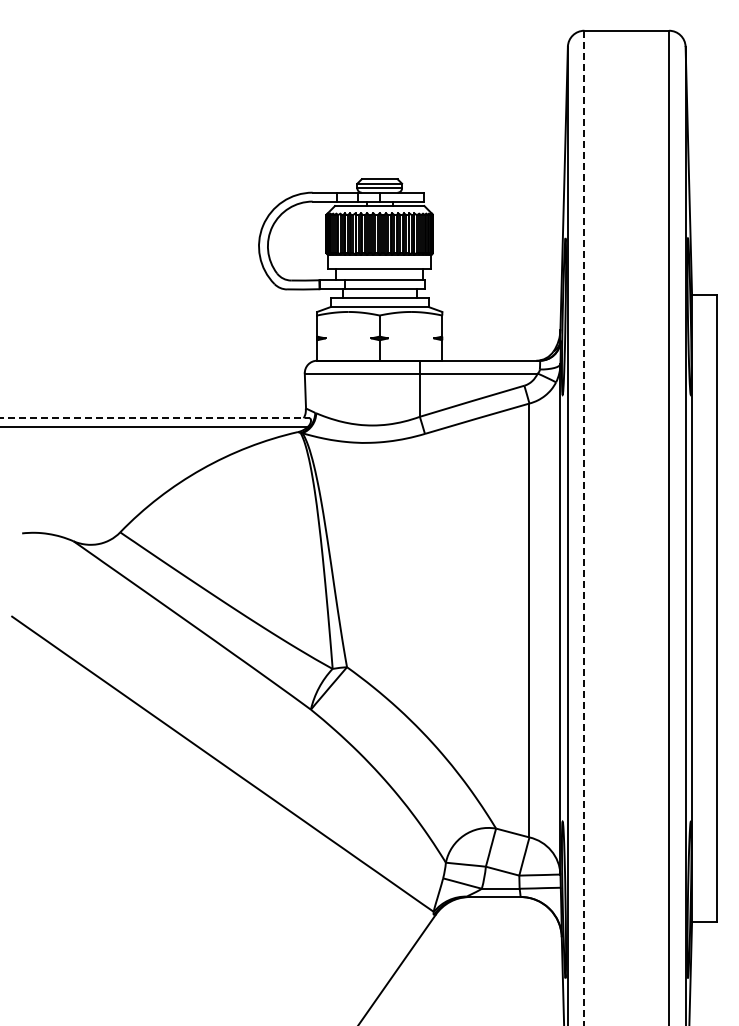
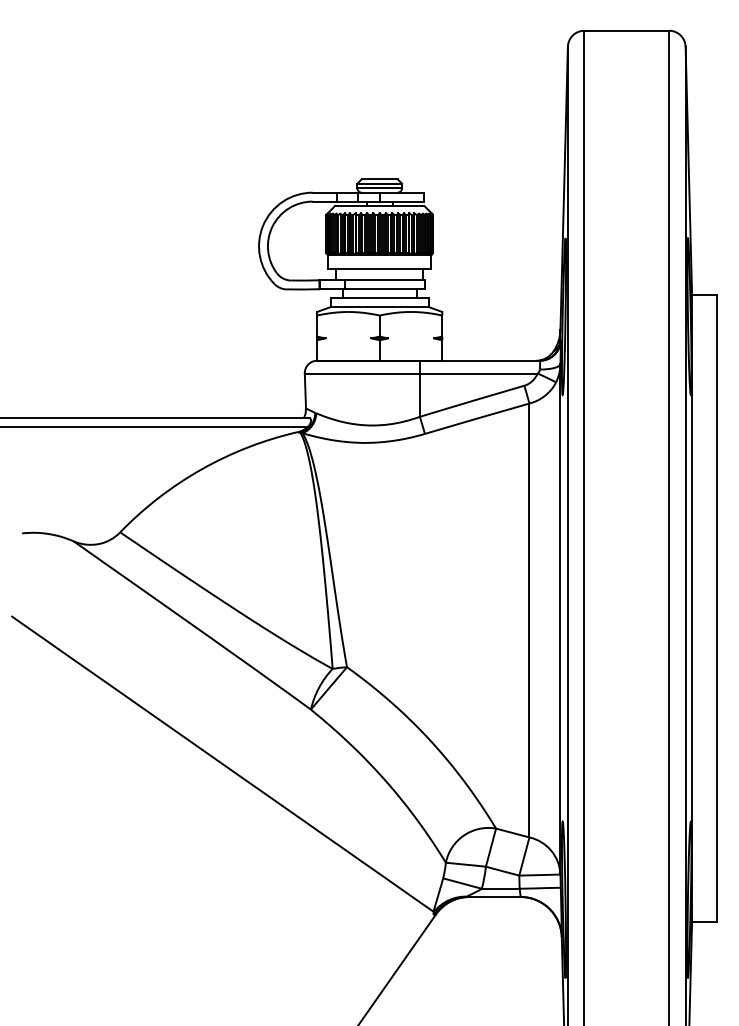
line at (154, 418): dashed -> solid
line at (584, 528): dashed -> solid
